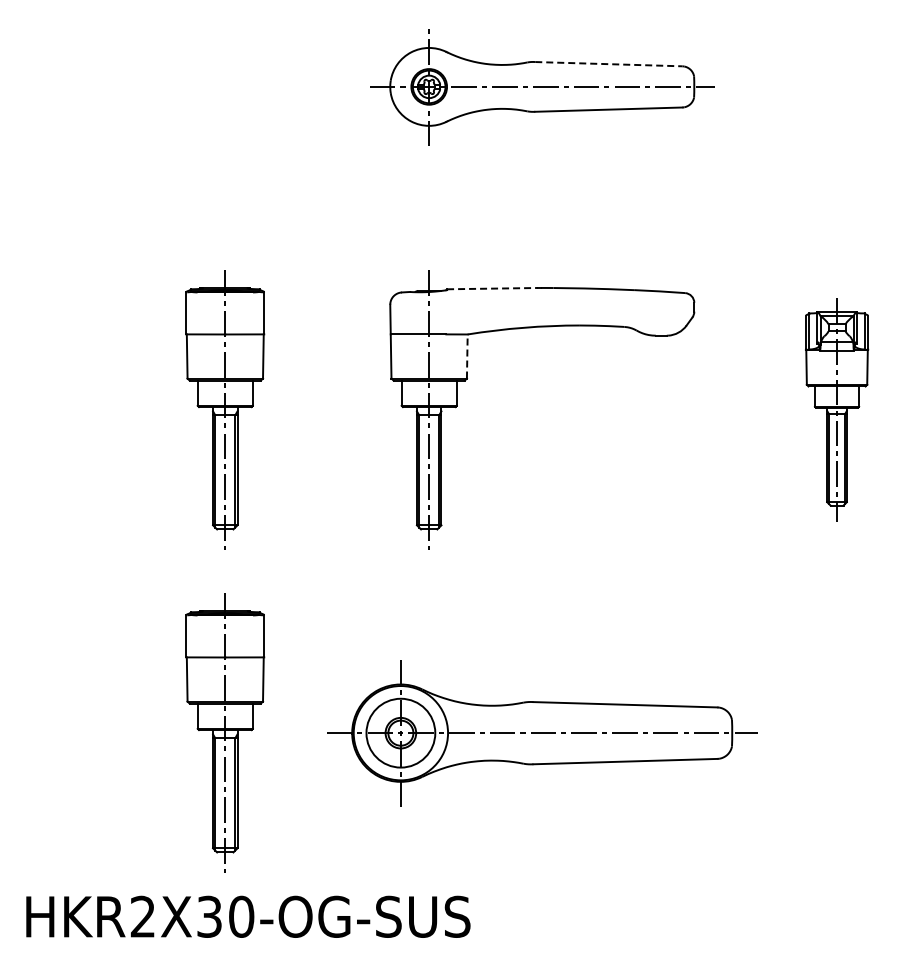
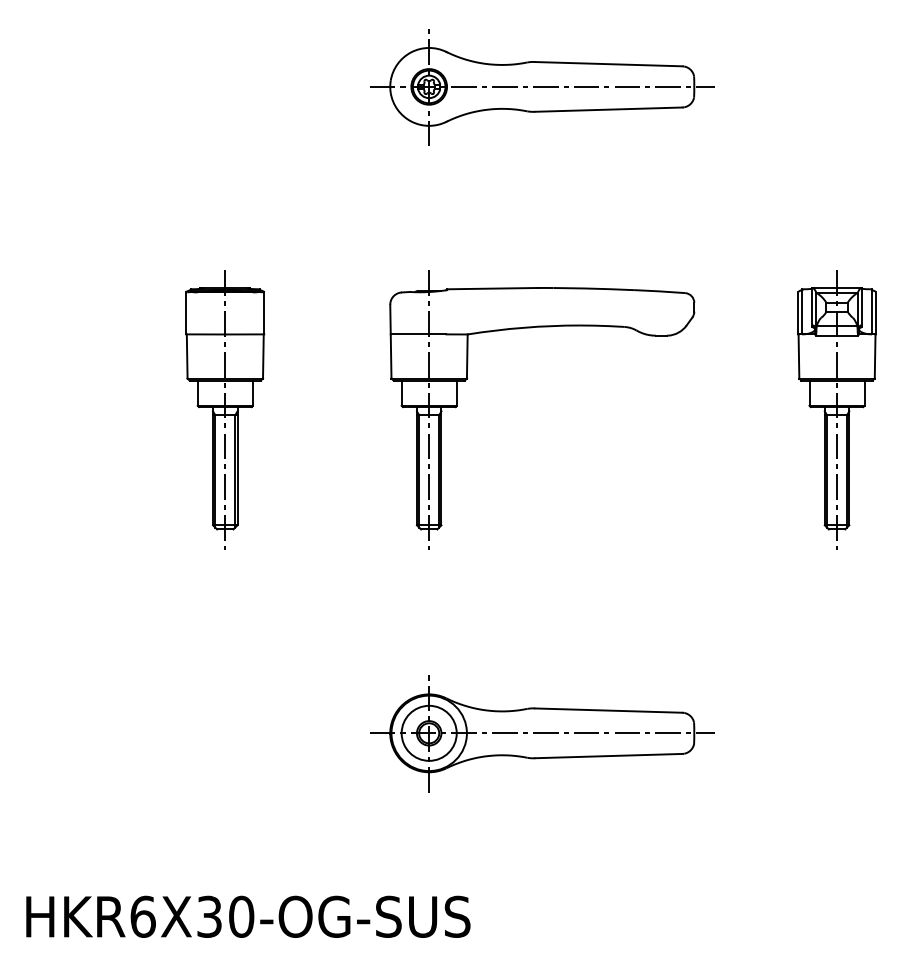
line at (608, 64): dashed -> solid
line at (492, 288): dashed -> solid
line at (467, 356): dashed -> solid
part at (837, 409) size: 65x224 px -> 80x280 px
part at (225, 732): present -> none
part at (542, 733) size: 431x147 px -> 345x118 px
text at (142, 916): HKR2X30-OG-SUS -> HKR6X30-OG-SUS
